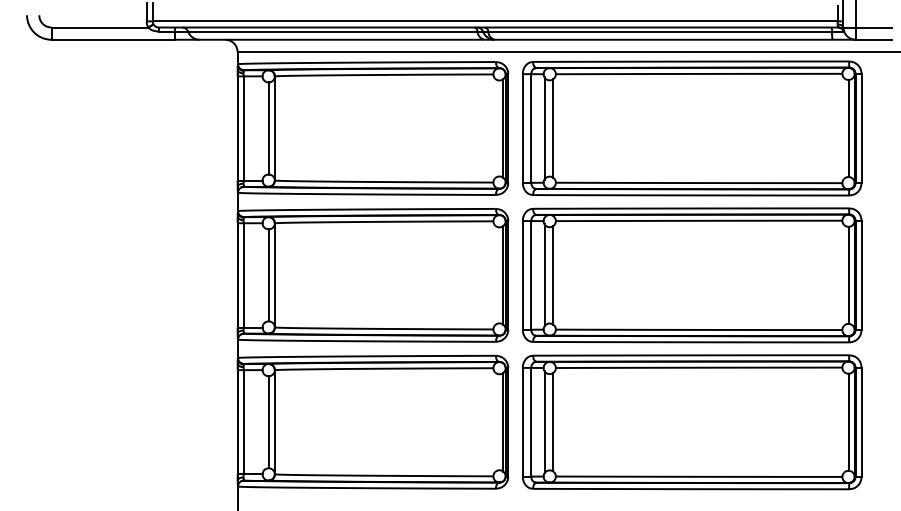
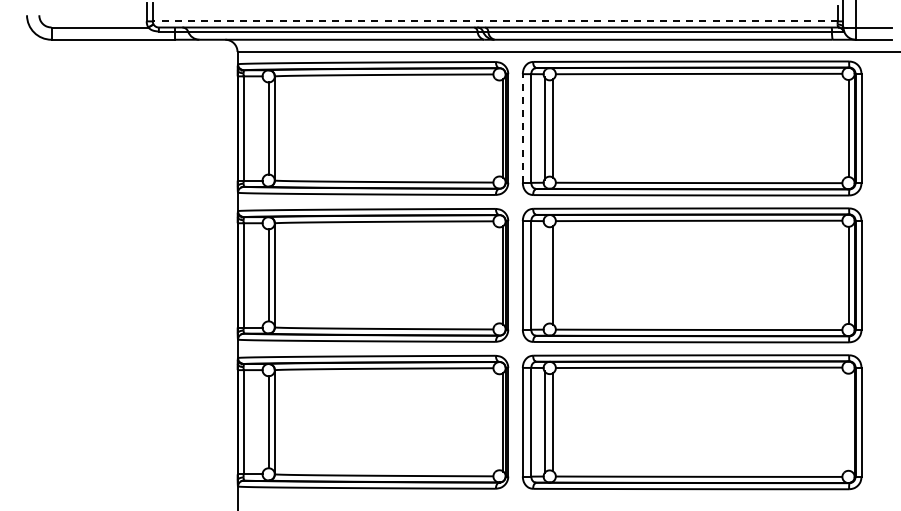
line at (494, 21): solid -> dashed
line at (522, 128): solid -> dashed
line at (544, 275): present -> none
line at (848, 421): present -> none
